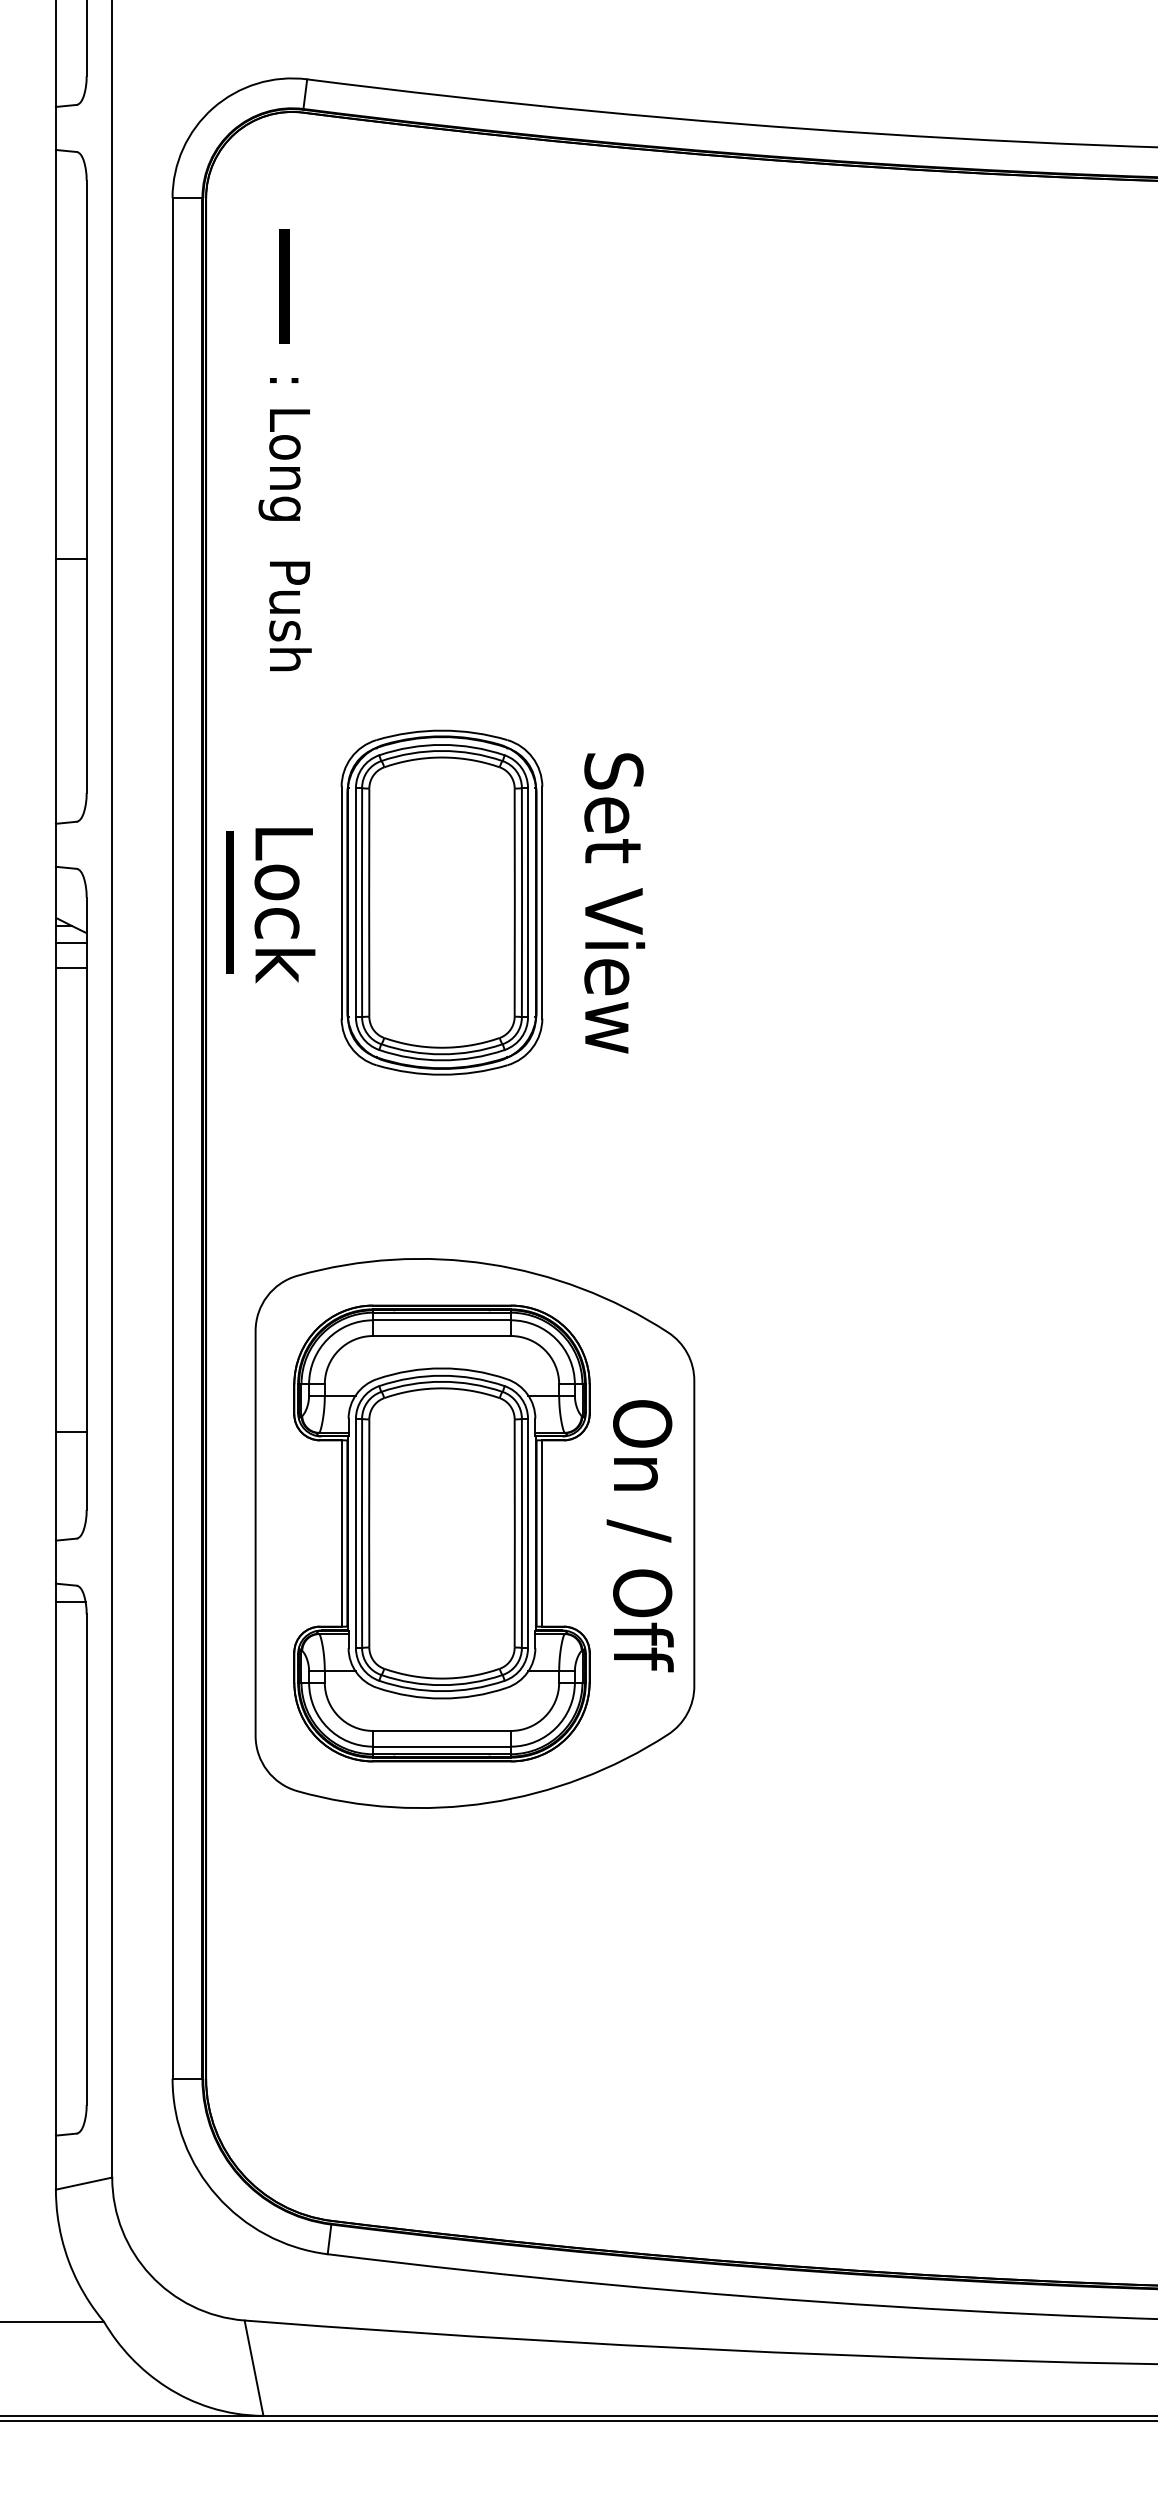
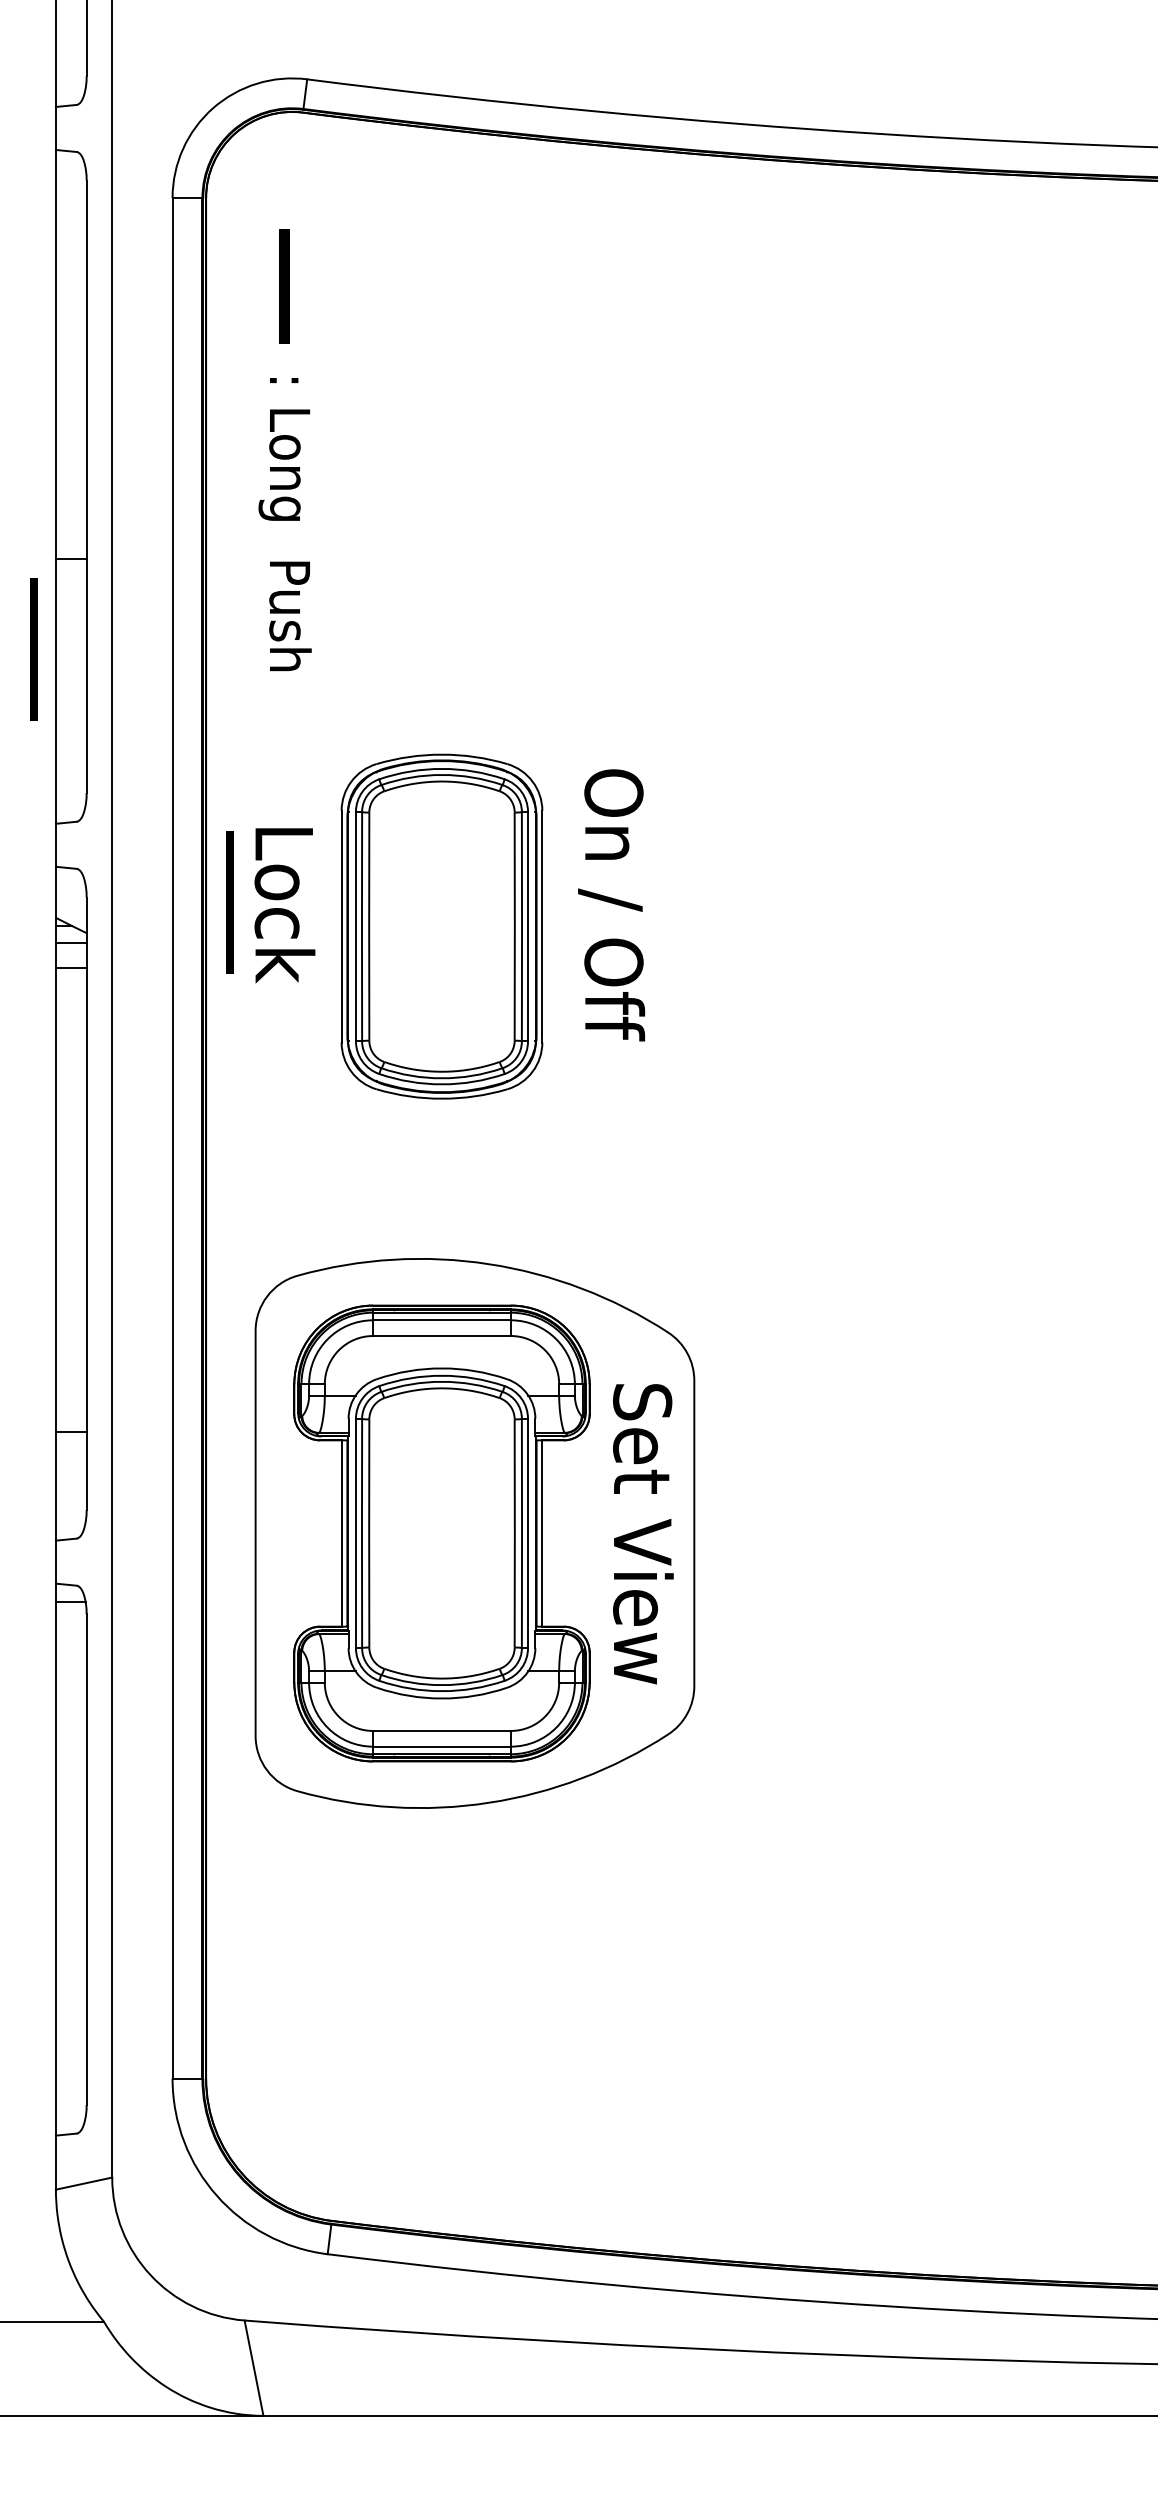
line at (33, 649): none -> present
part at (441, 902) position: (441, 902) -> (441, 926)
text at (611, 903): Set View -> On / Off
text at (639, 1534): On / Off -> Set View
line at (578, 2421): present -> none
